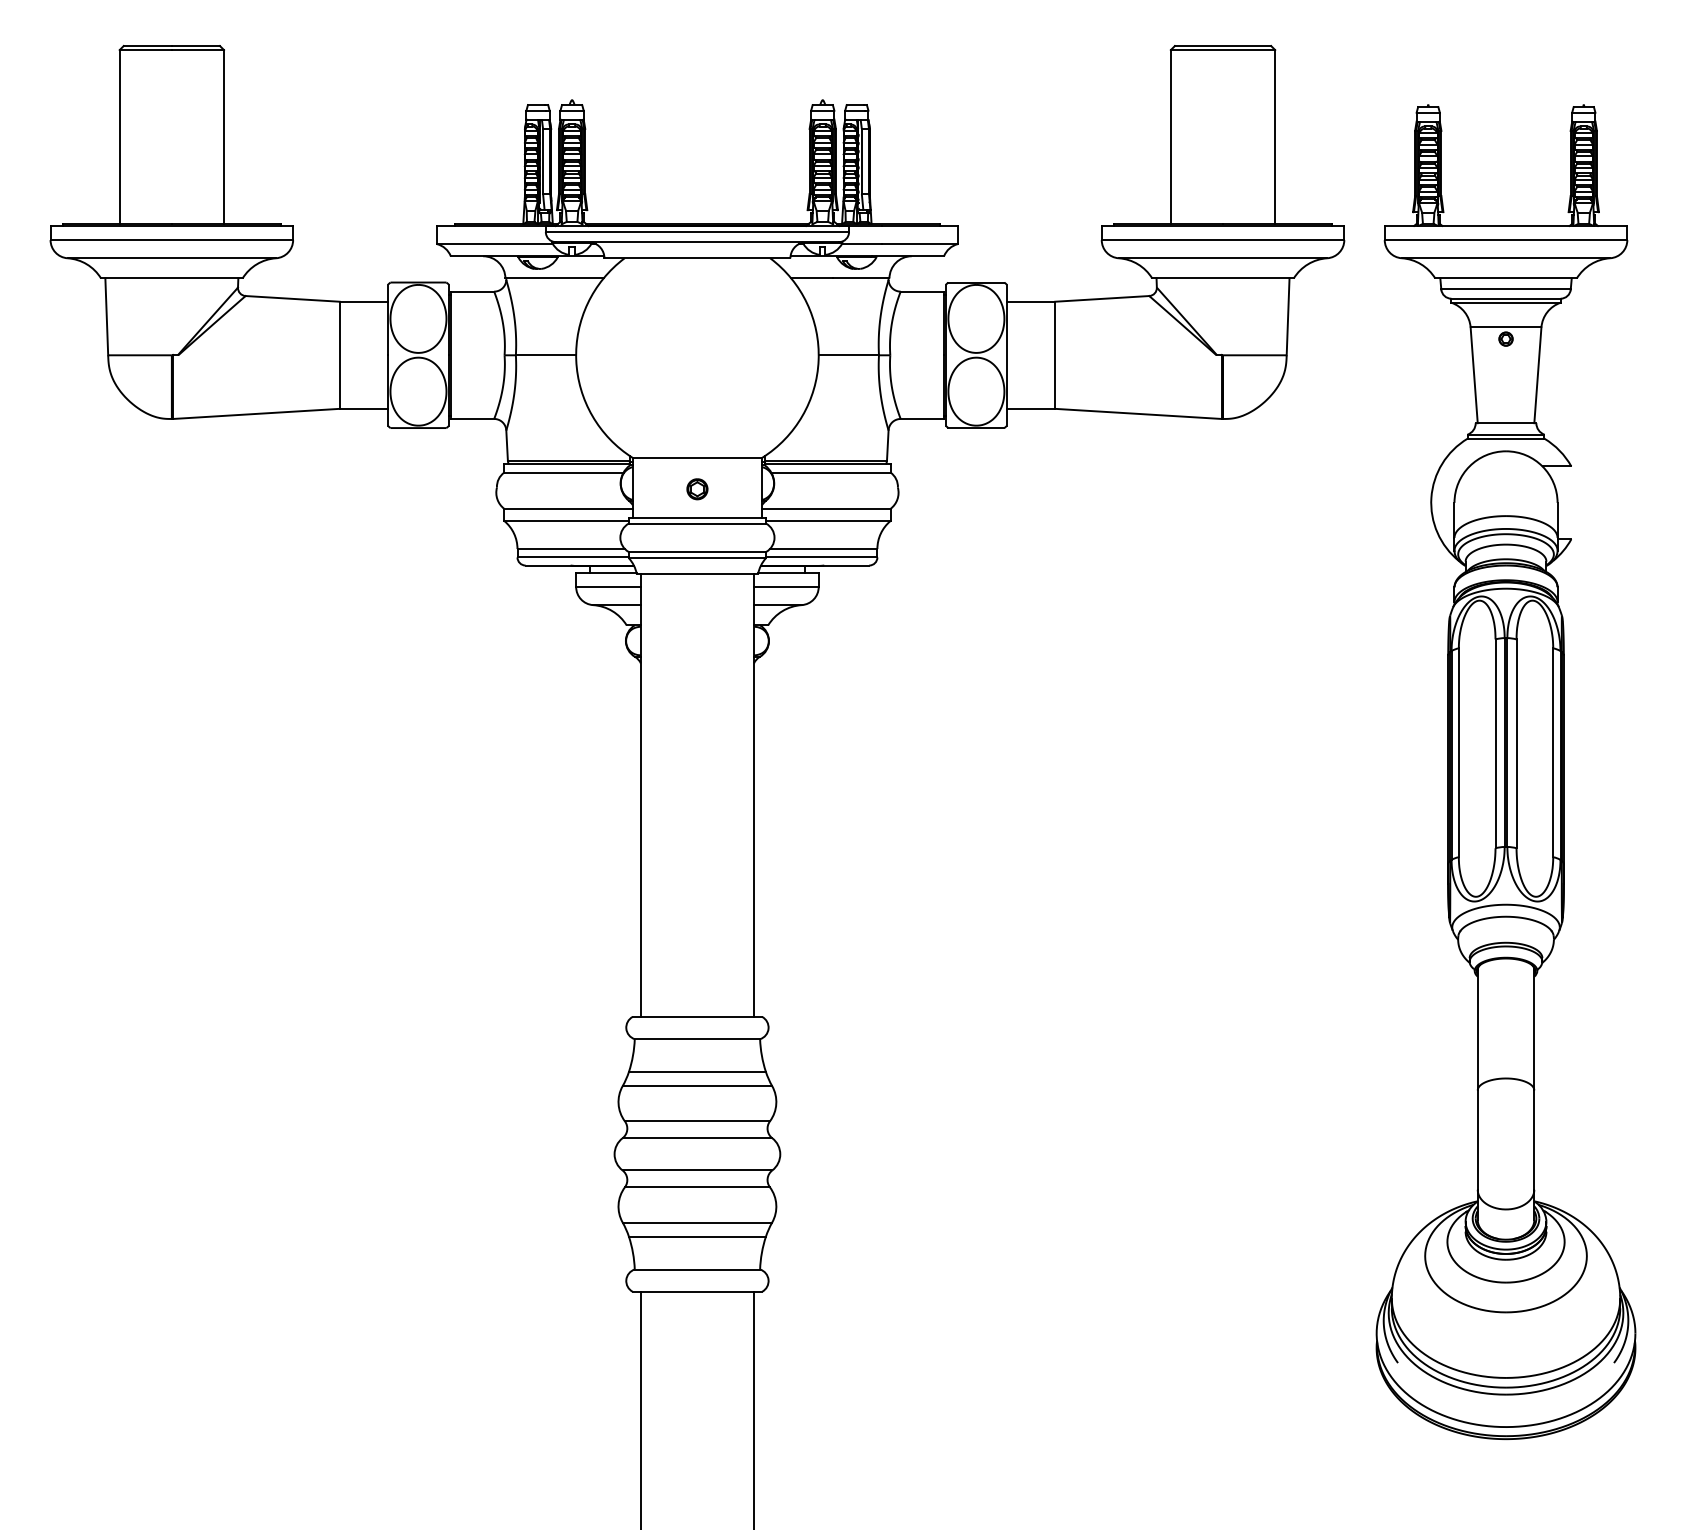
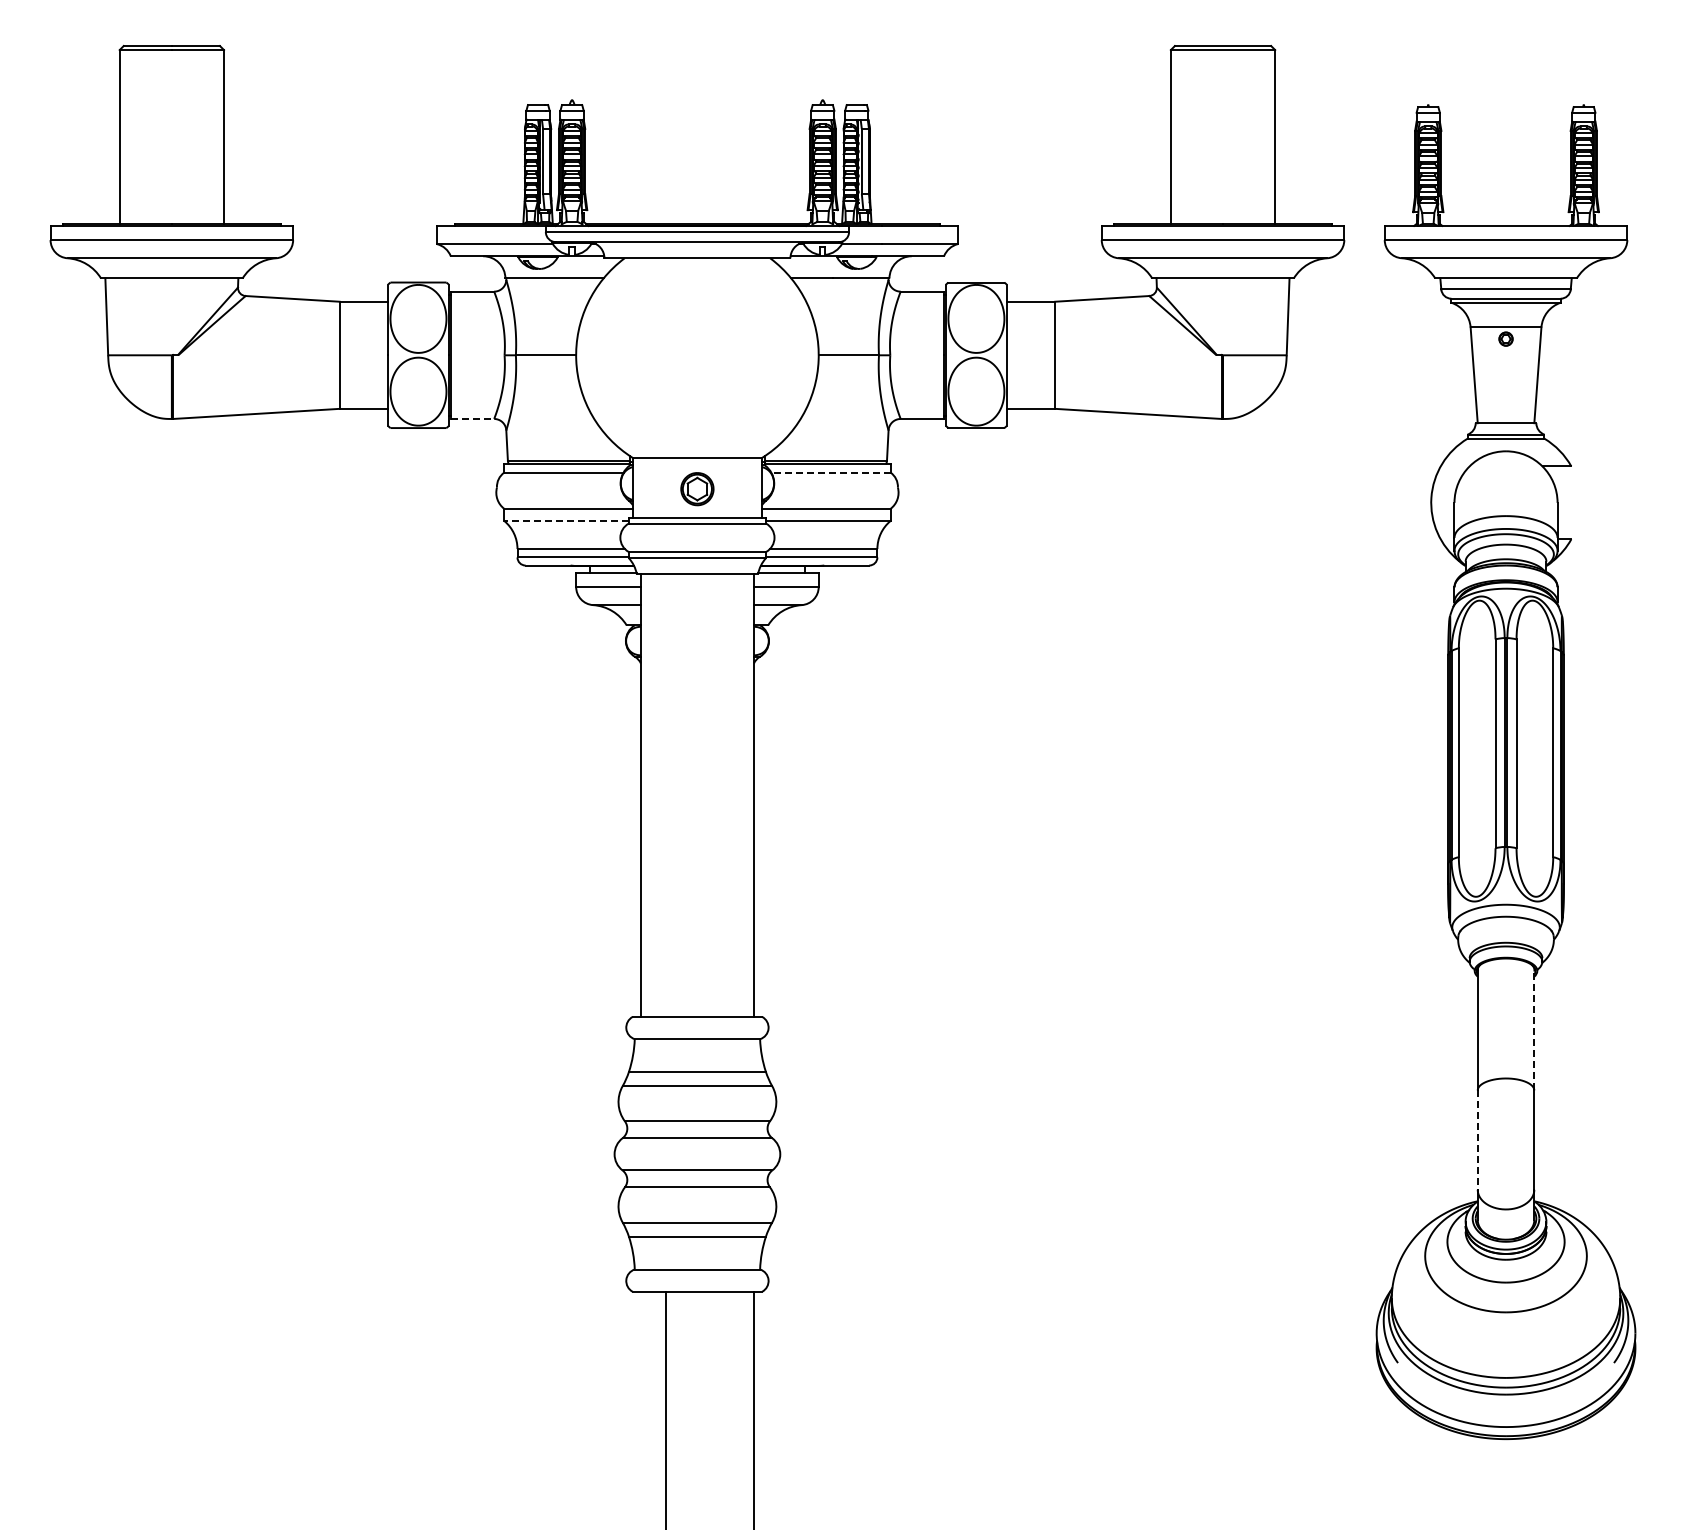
line at (472, 418): solid -> dashed
line at (830, 472): solid -> dashed
part at (697, 489) size: 23x23 px -> 35x35 px
line at (566, 521): solid -> dashed
line at (1534, 1029): solid -> dashed
line at (1477, 1140): solid -> dashed
line at (640, 1408) position: (640, 1408) -> (665, 1408)
